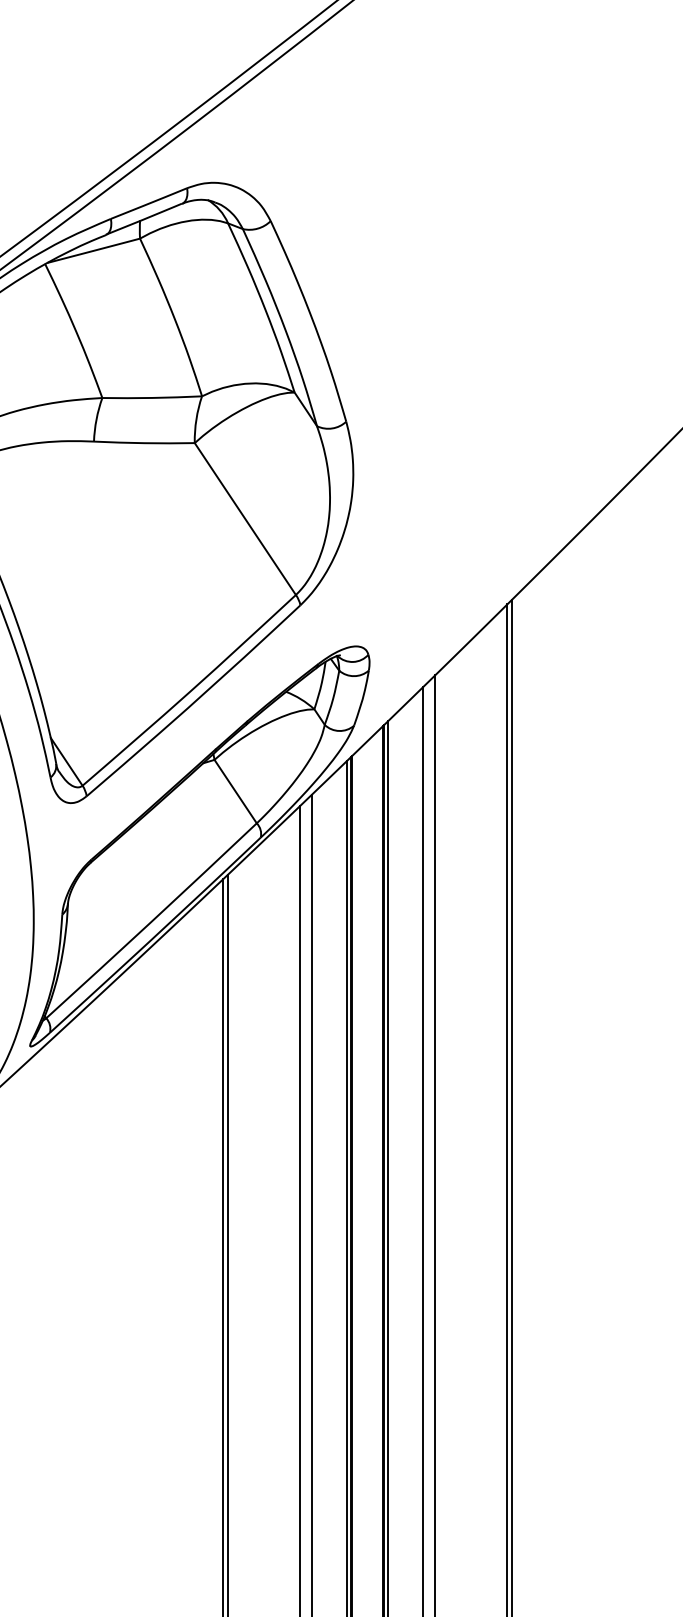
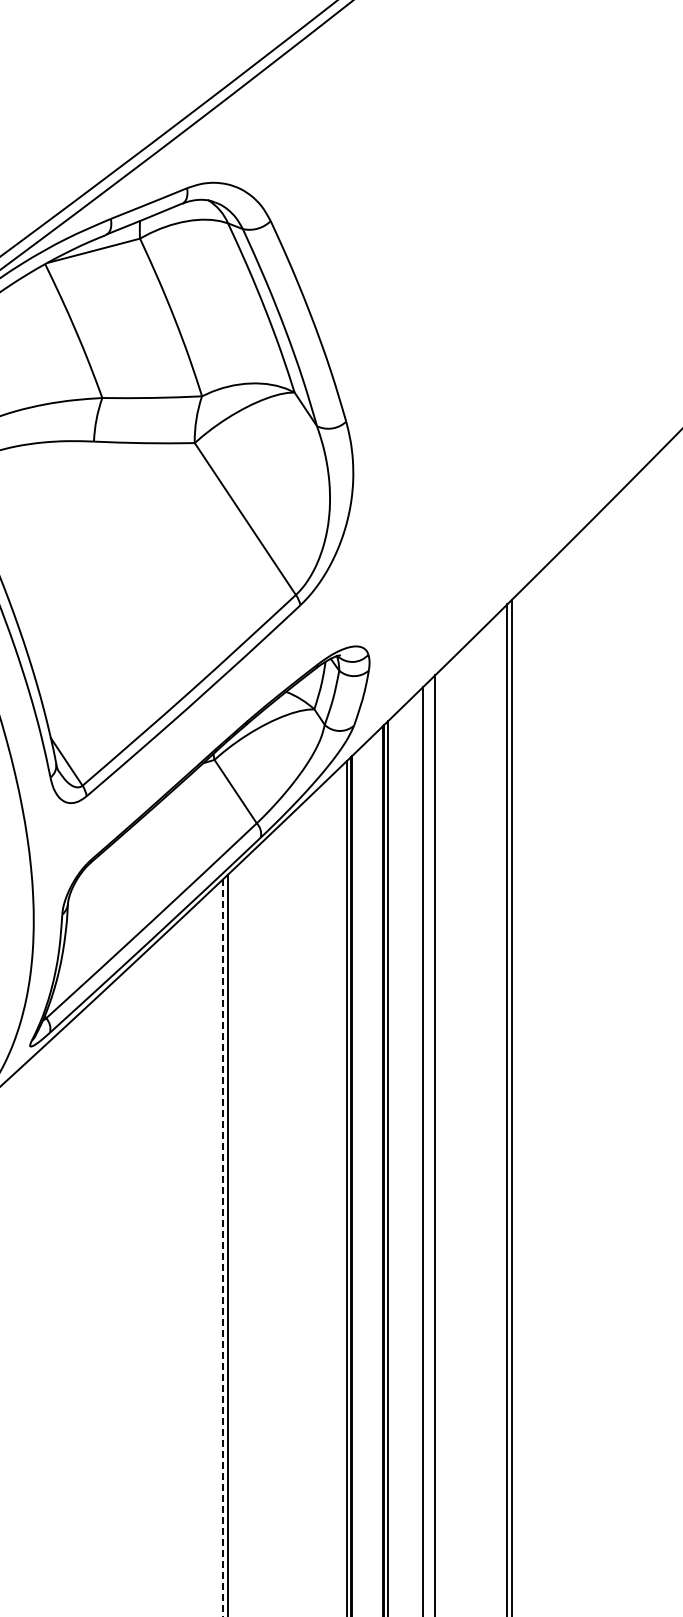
line at (311, 1203): present -> none
line at (300, 1209): present -> none
line at (223, 1248): solid -> dashed
